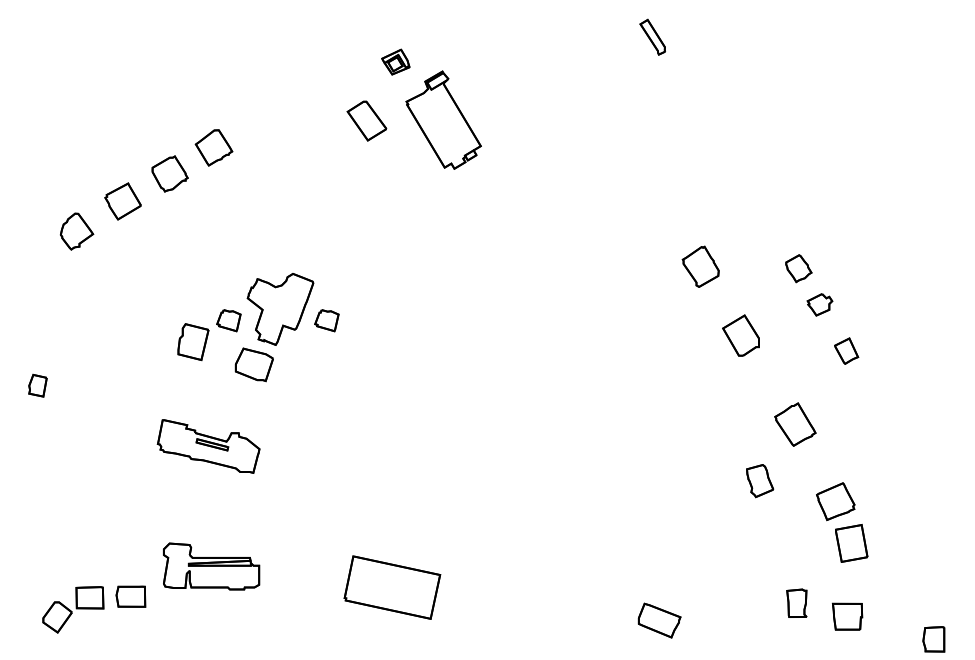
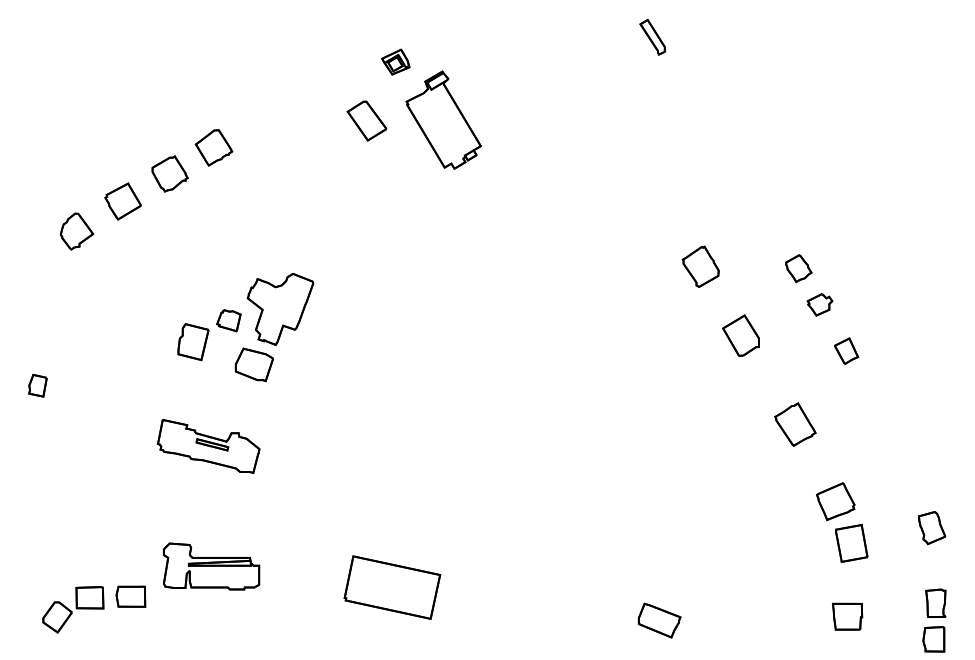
part at (326, 320): present -> none
part at (760, 481) position: (760, 481) -> (932, 528)
part at (796, 602) position: (796, 602) -> (935, 602)
